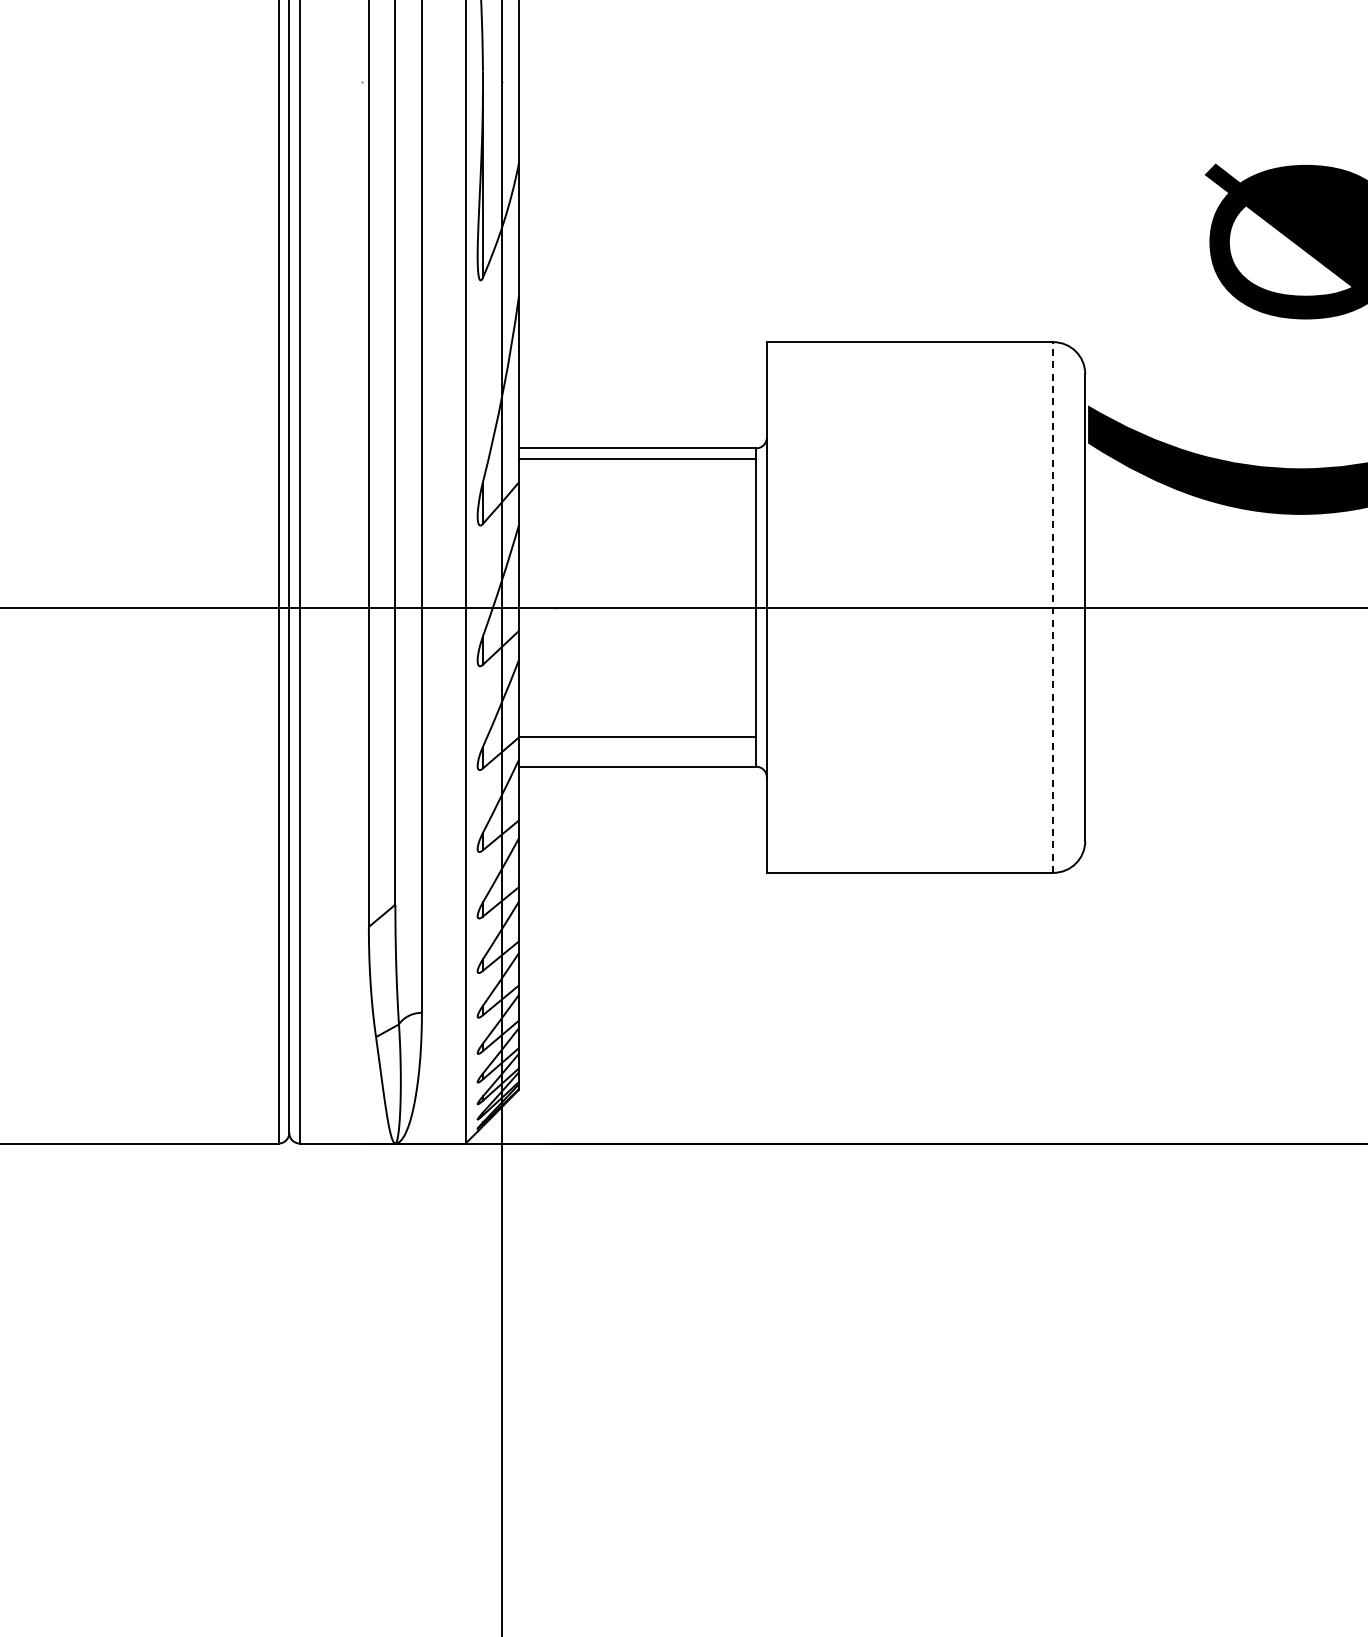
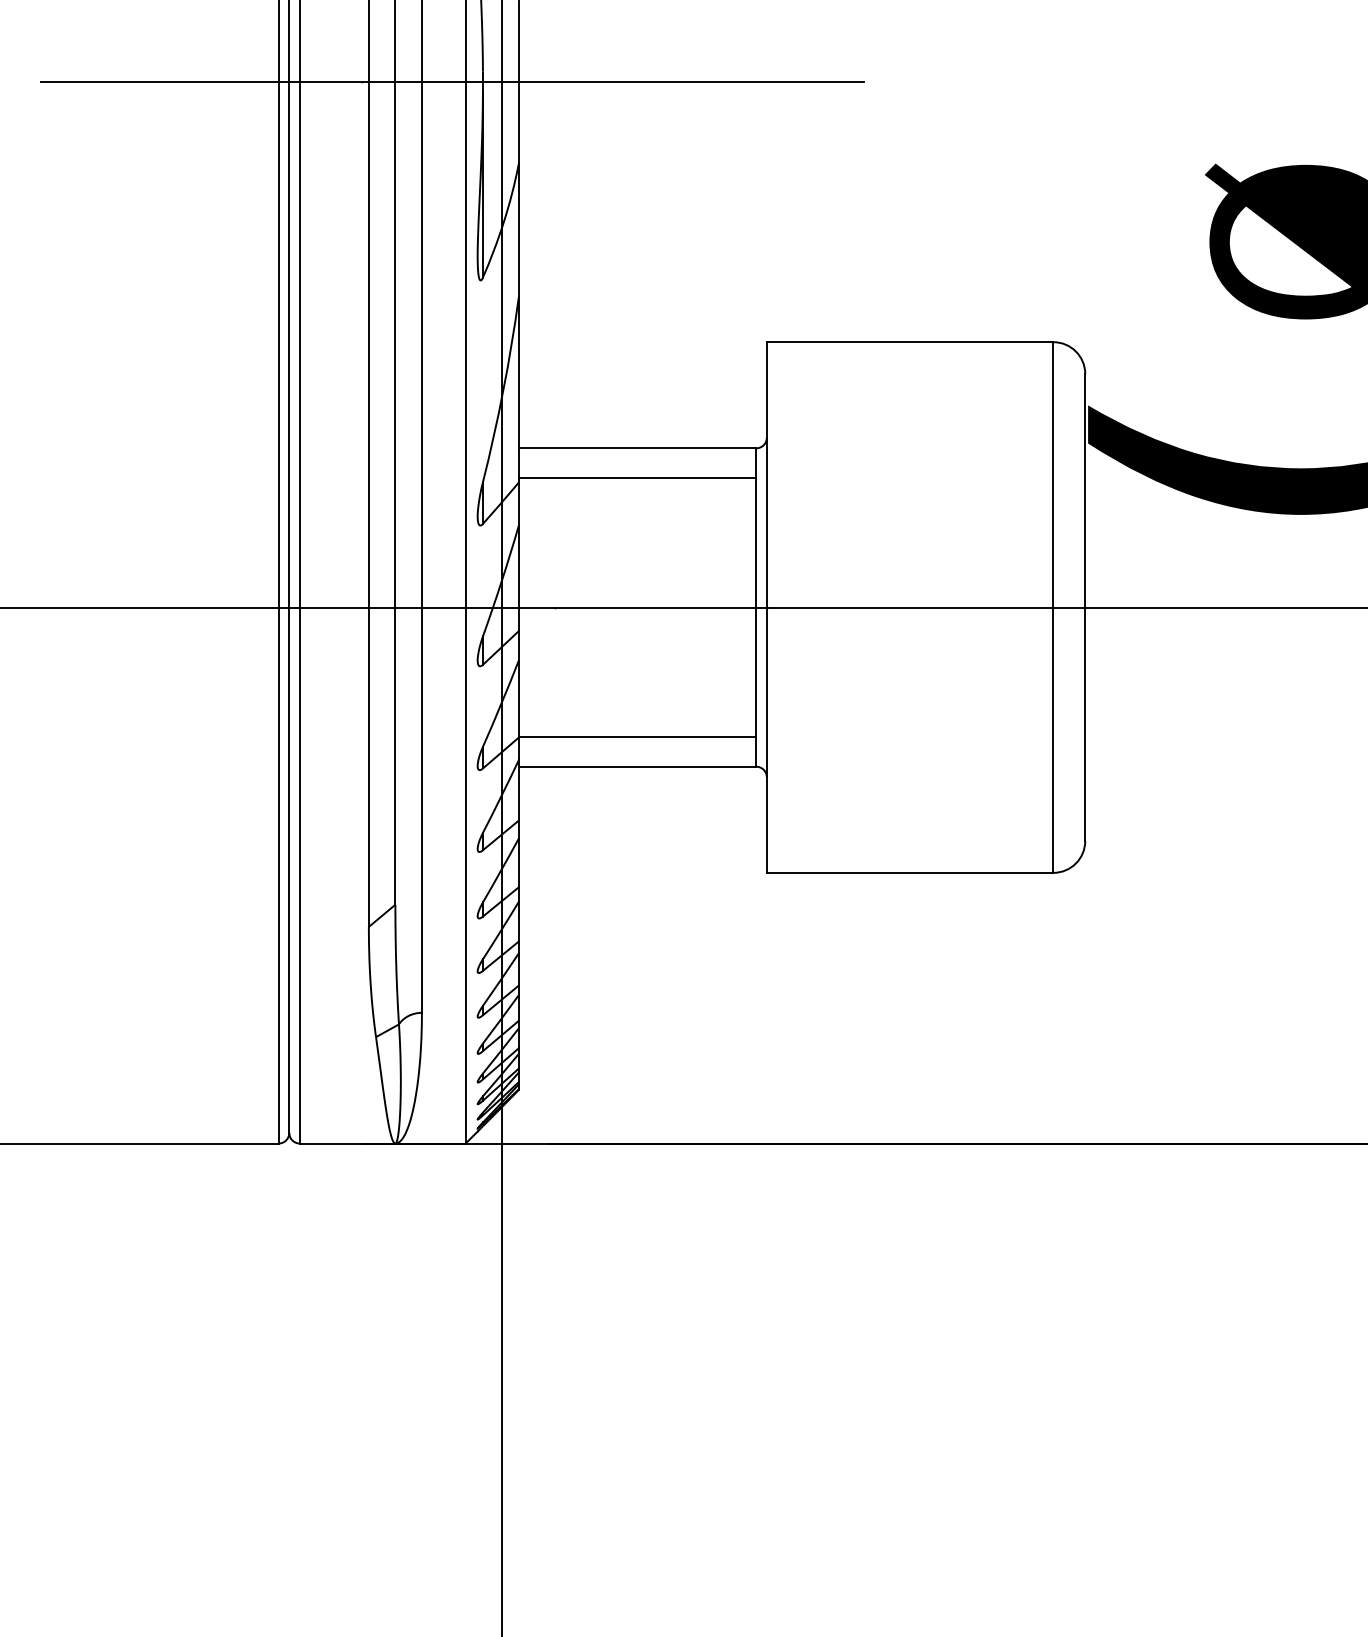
line at (452, 82): none -> present
line at (637, 458) position: (637, 458) -> (637, 477)
line at (1053, 607): dashed -> solid
